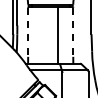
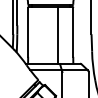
line at (28, 32): dashed -> solid
line at (73, 32): dashed -> solid
